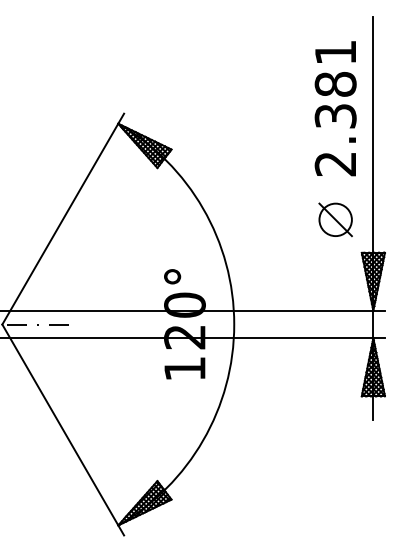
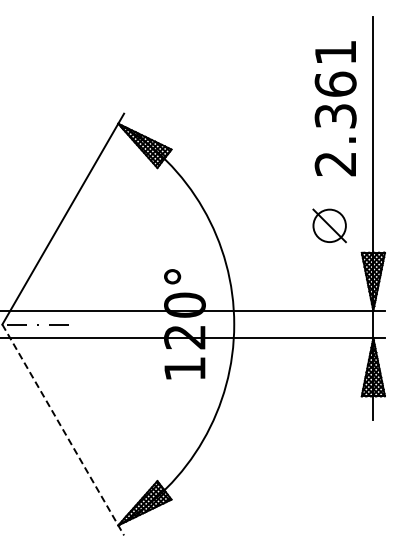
text at (335, 83): 2.381 -> 2.361
part at (335, 219) position: (335, 219) -> (329, 225)
line at (63, 430): solid -> dashed
